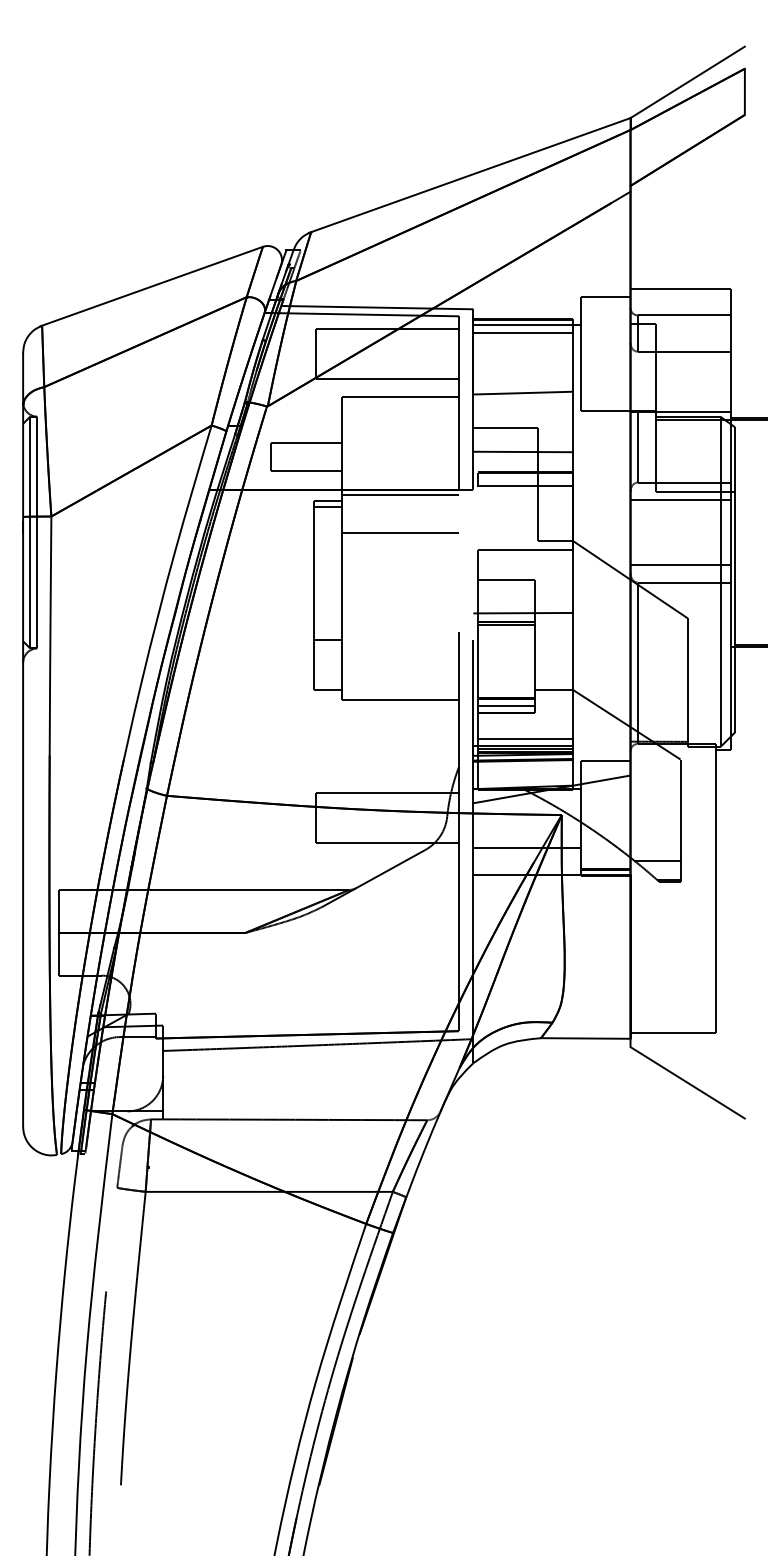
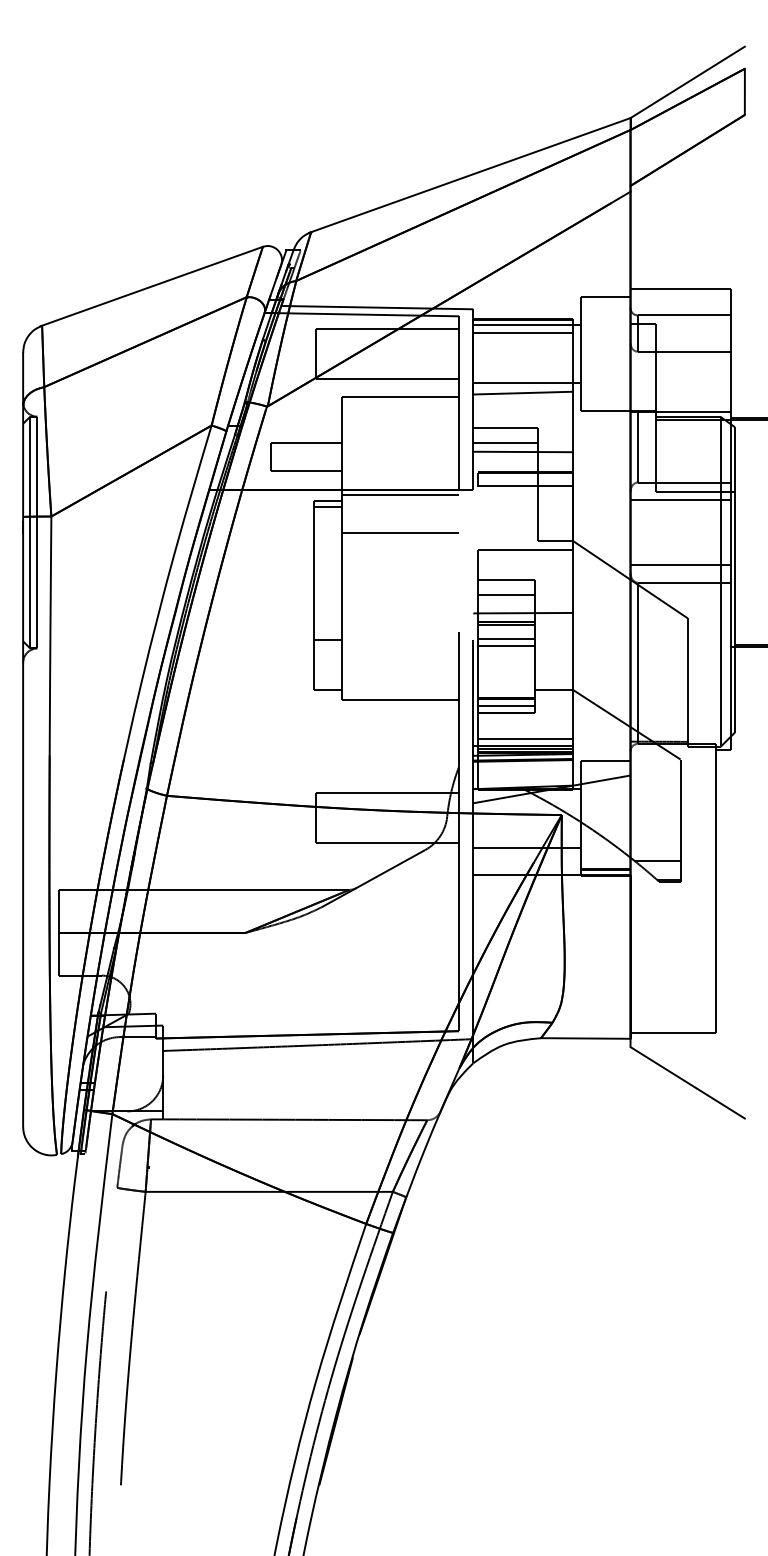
line at (526, 383): none -> present
line at (505, 442): none -> present
line at (505, 594): none -> present
line at (505, 639): none -> present
line at (505, 645): none -> present
